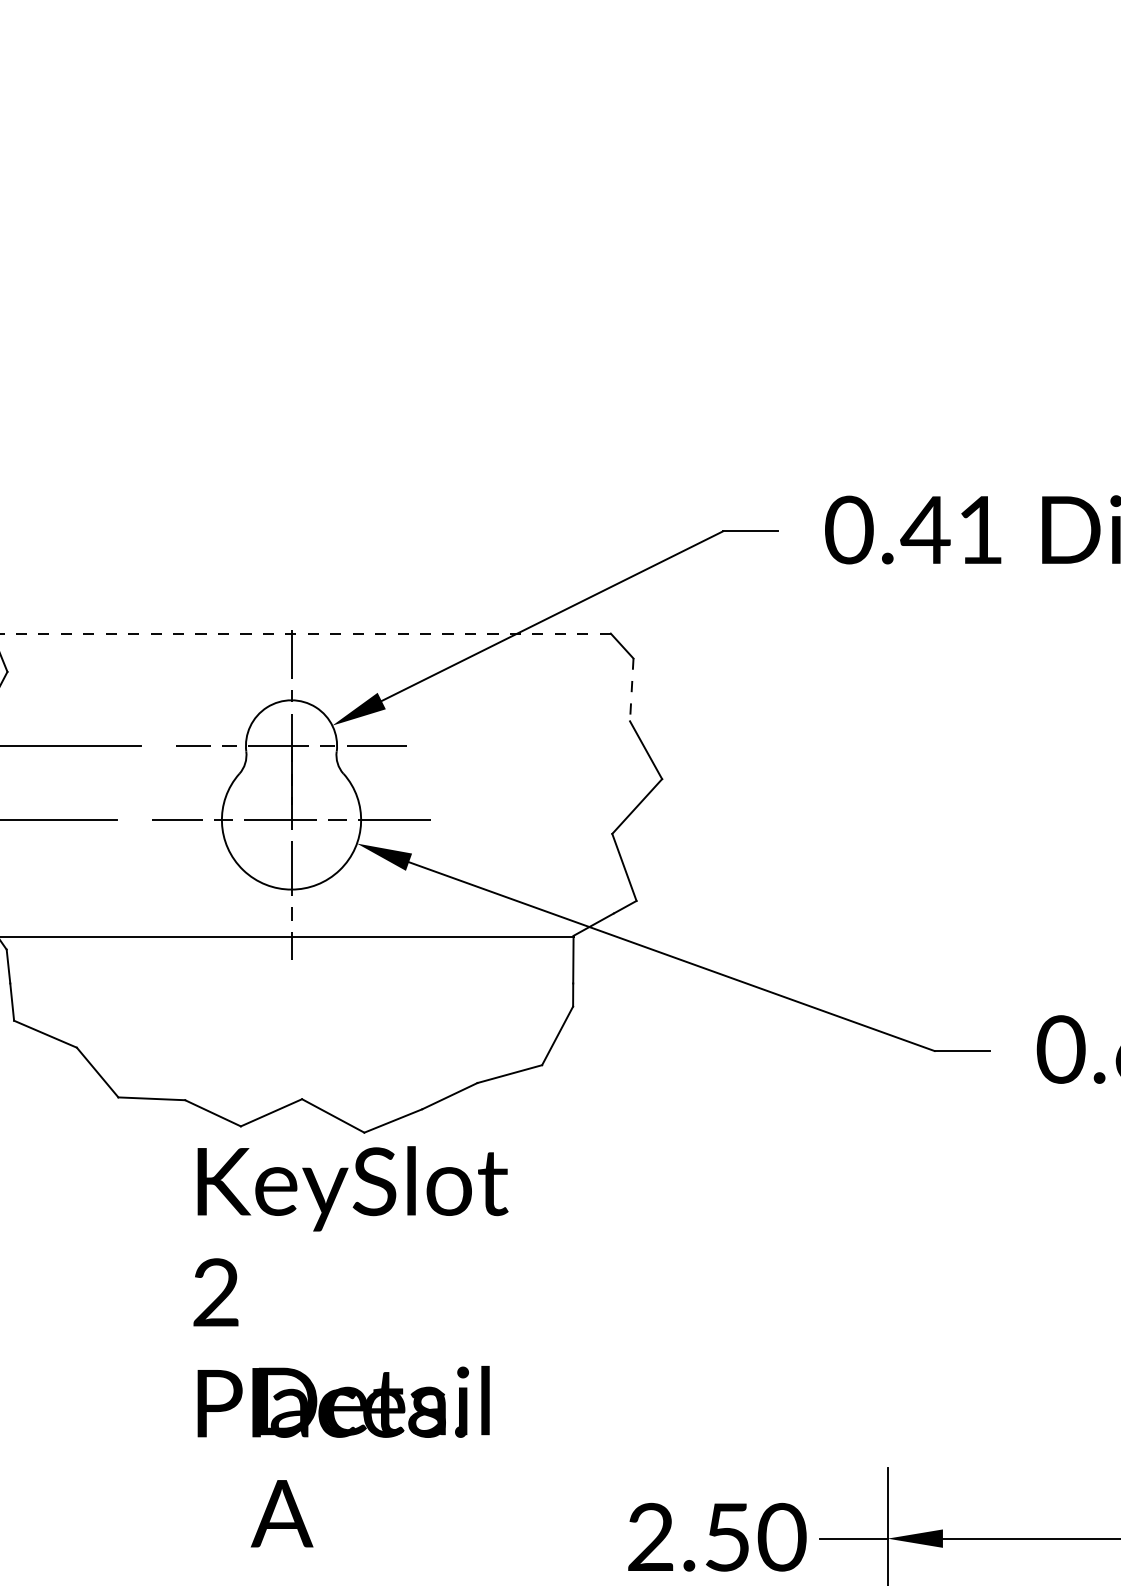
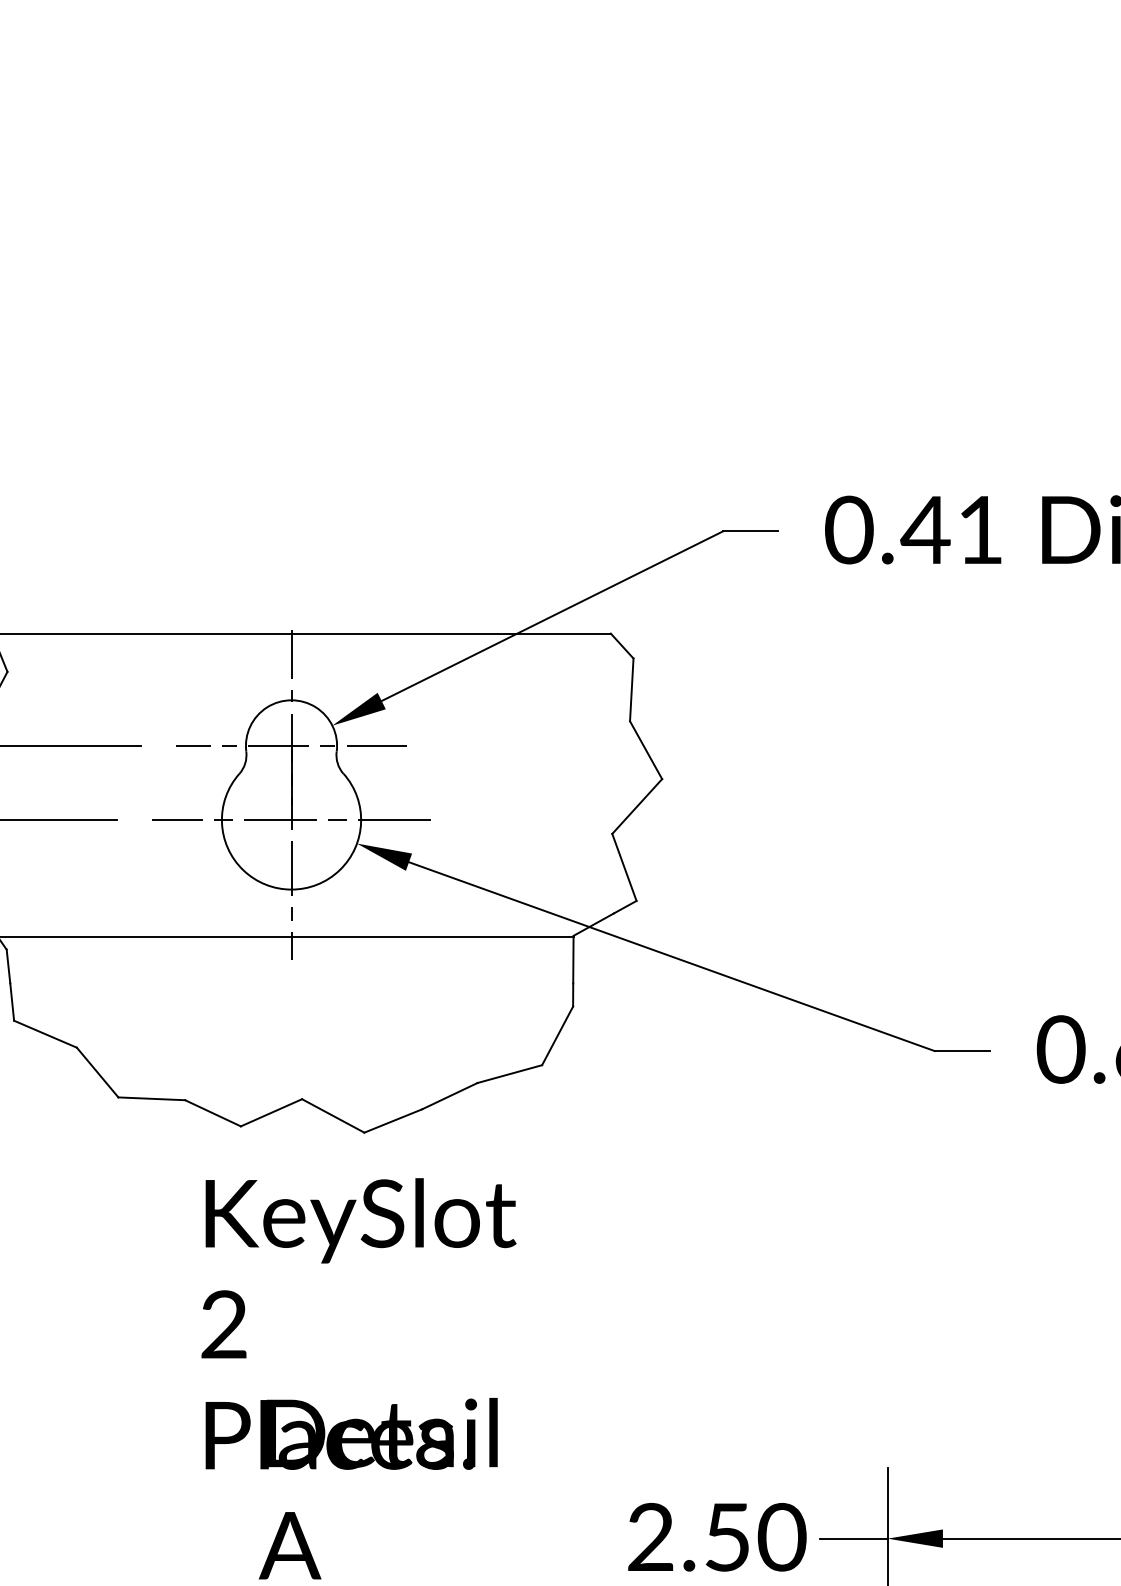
line at (305, 633): dashed -> solid
line at (631, 690): dashed -> solid
text at (350, 1346) position: (350, 1346) -> (358, 1378)
